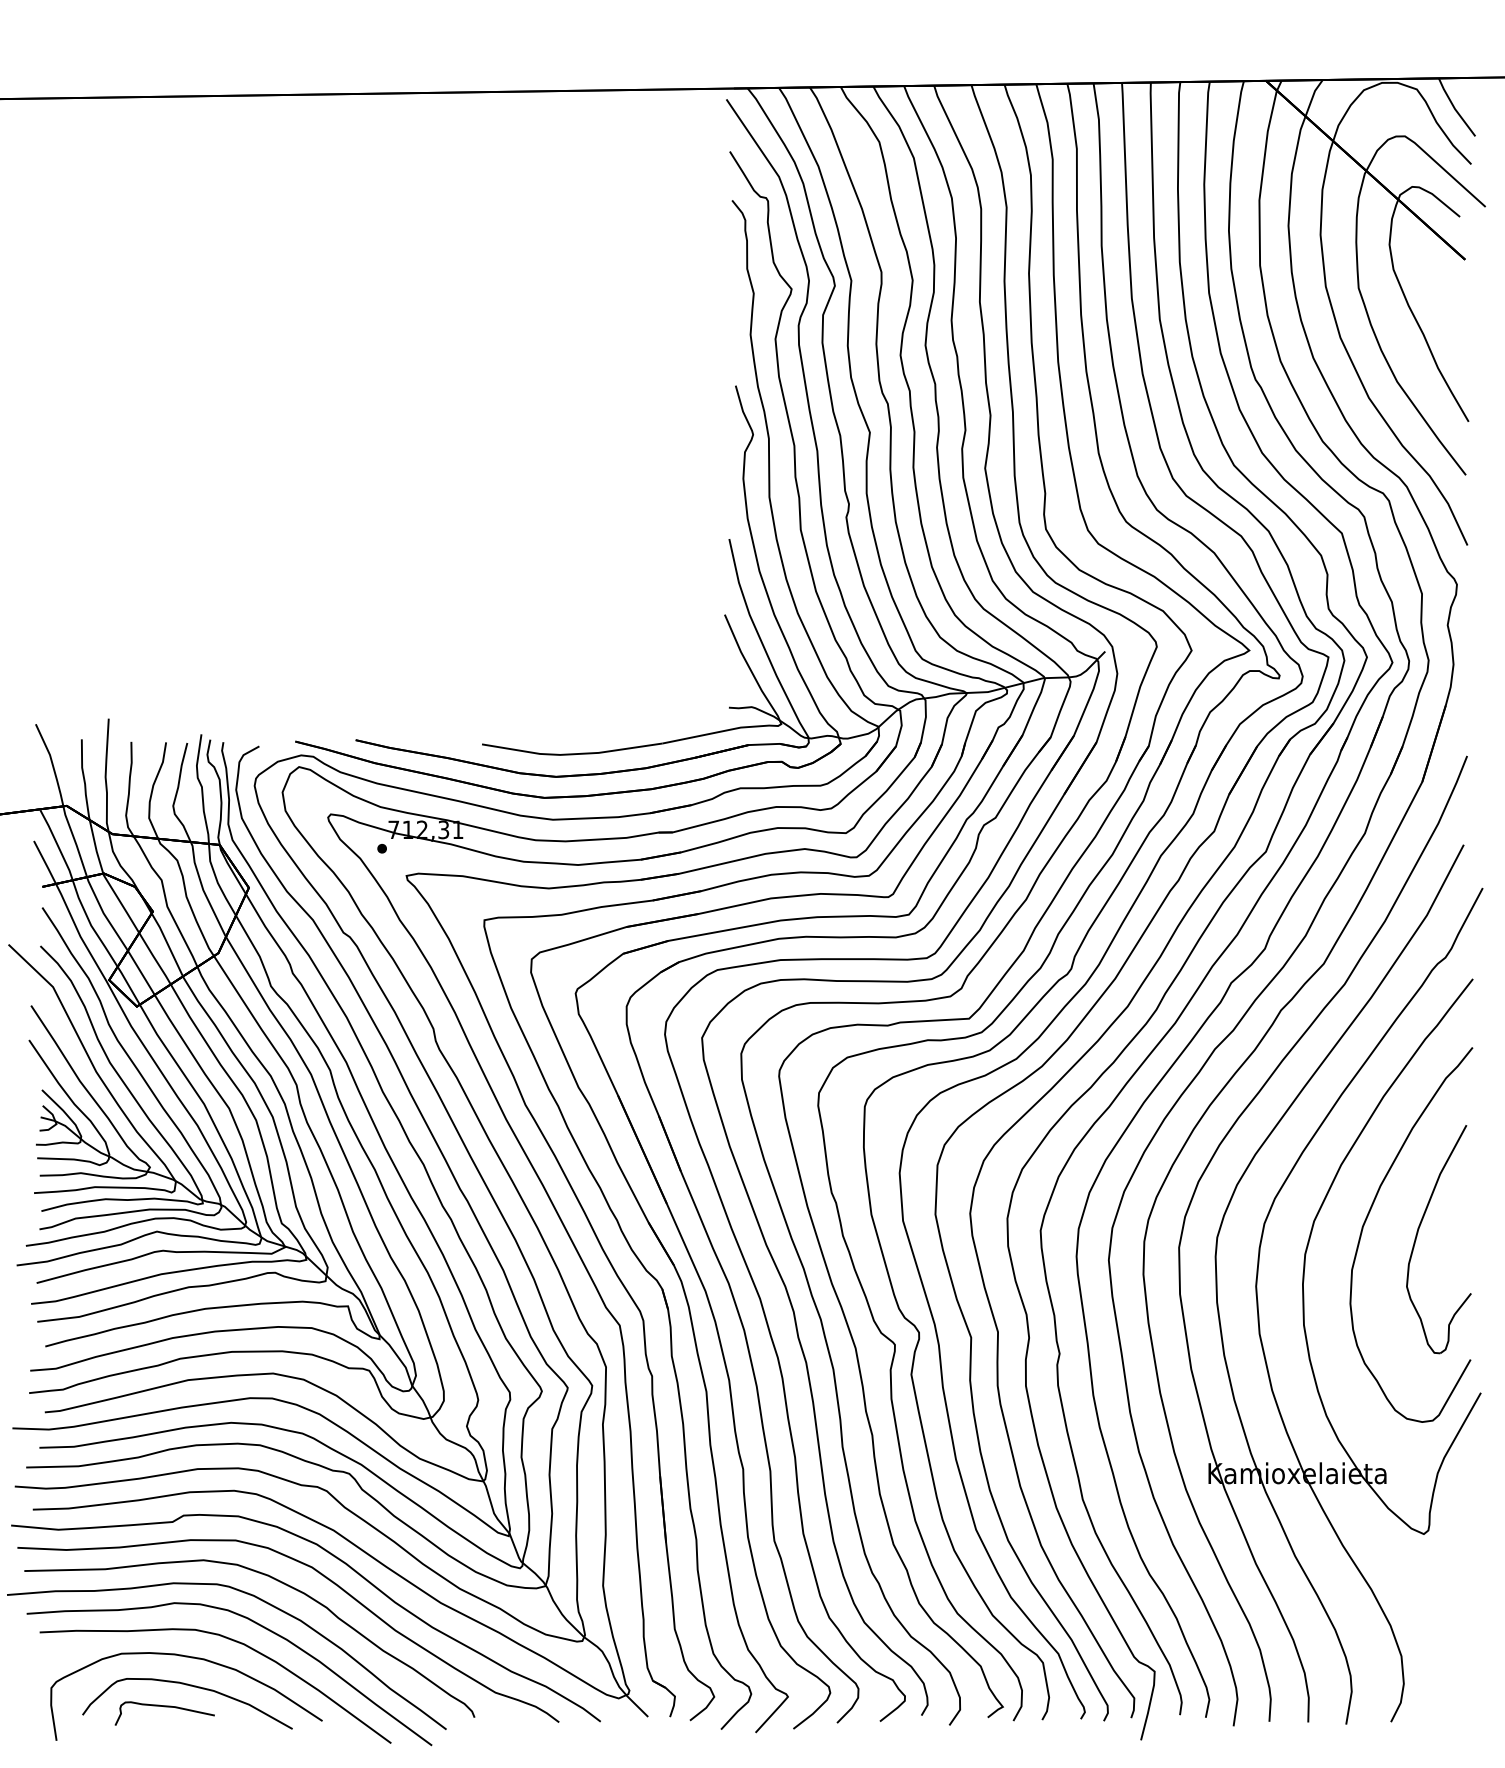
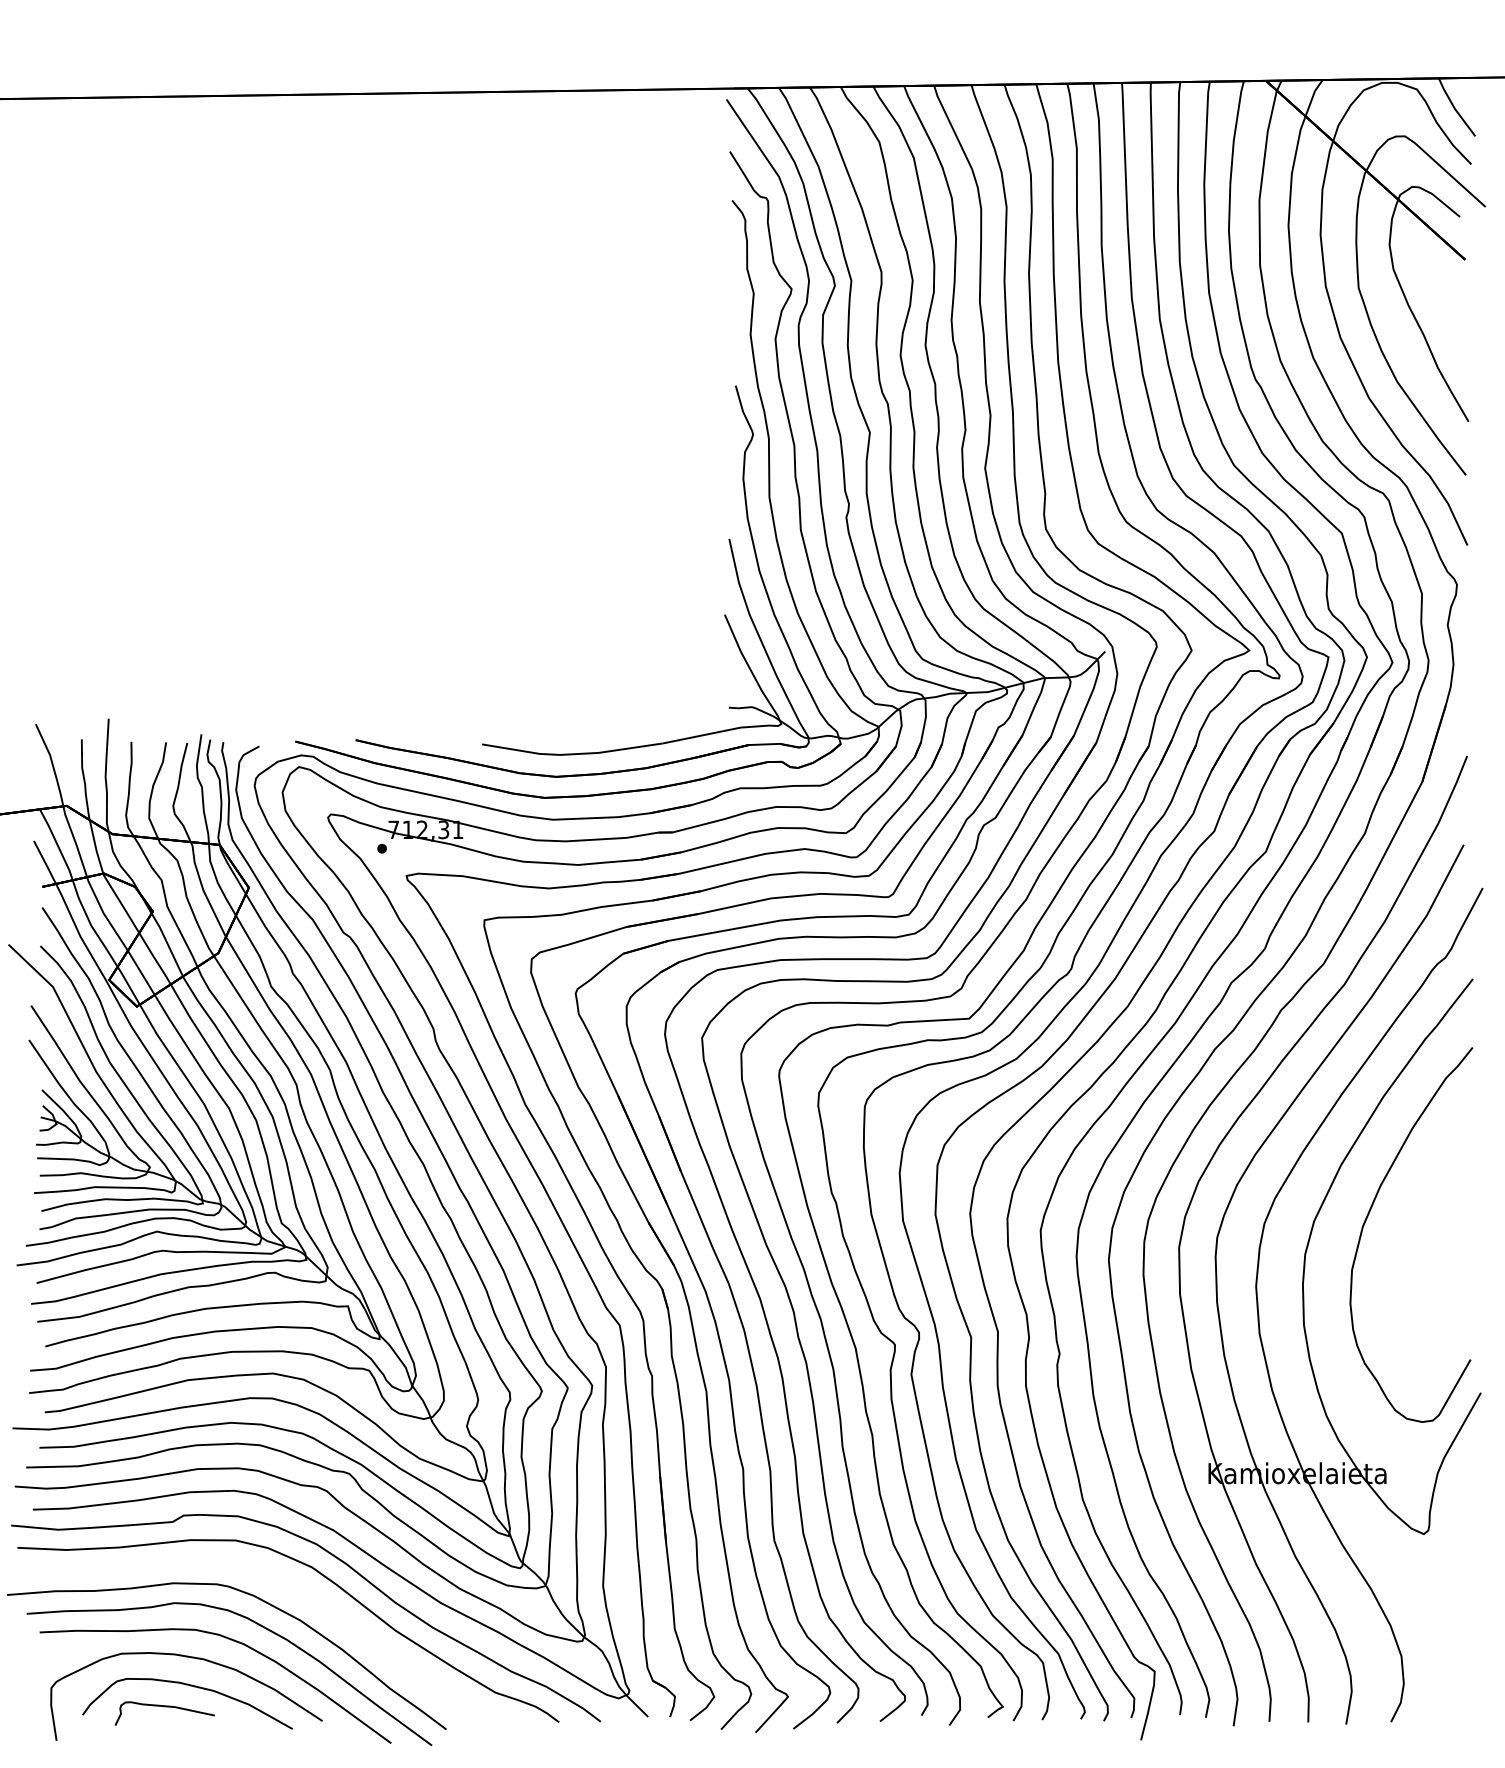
part at (1418, 1233): present -> none
curve at (277, 1581): present -> none
